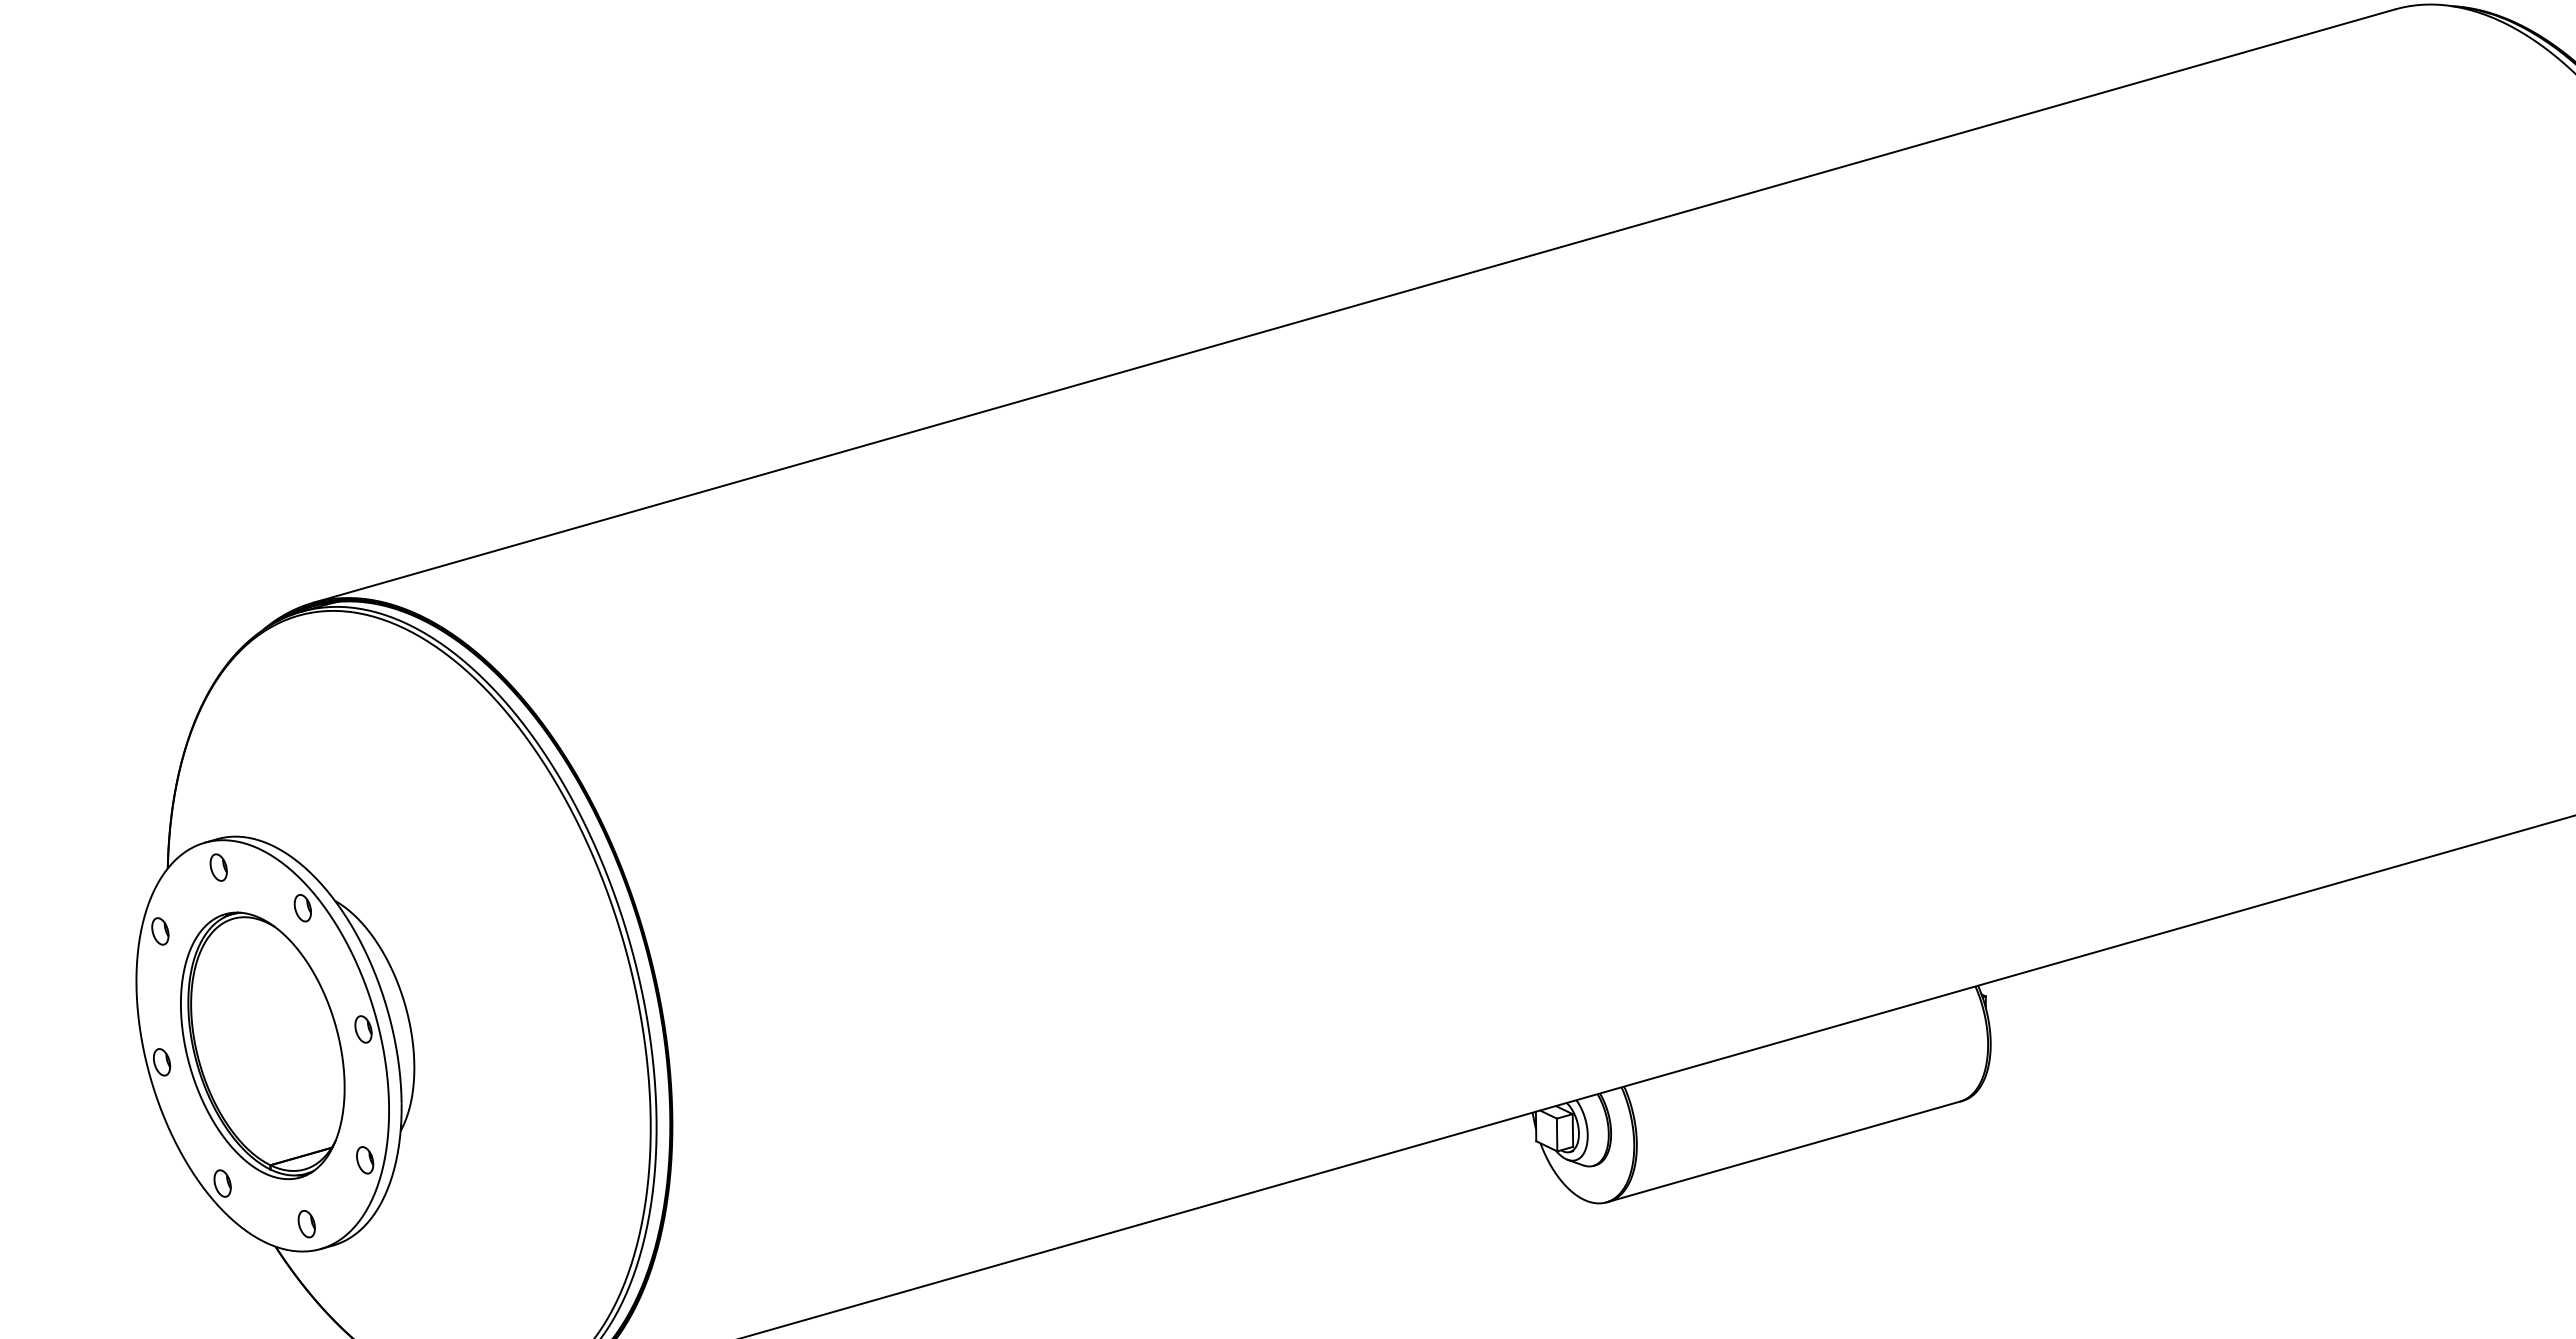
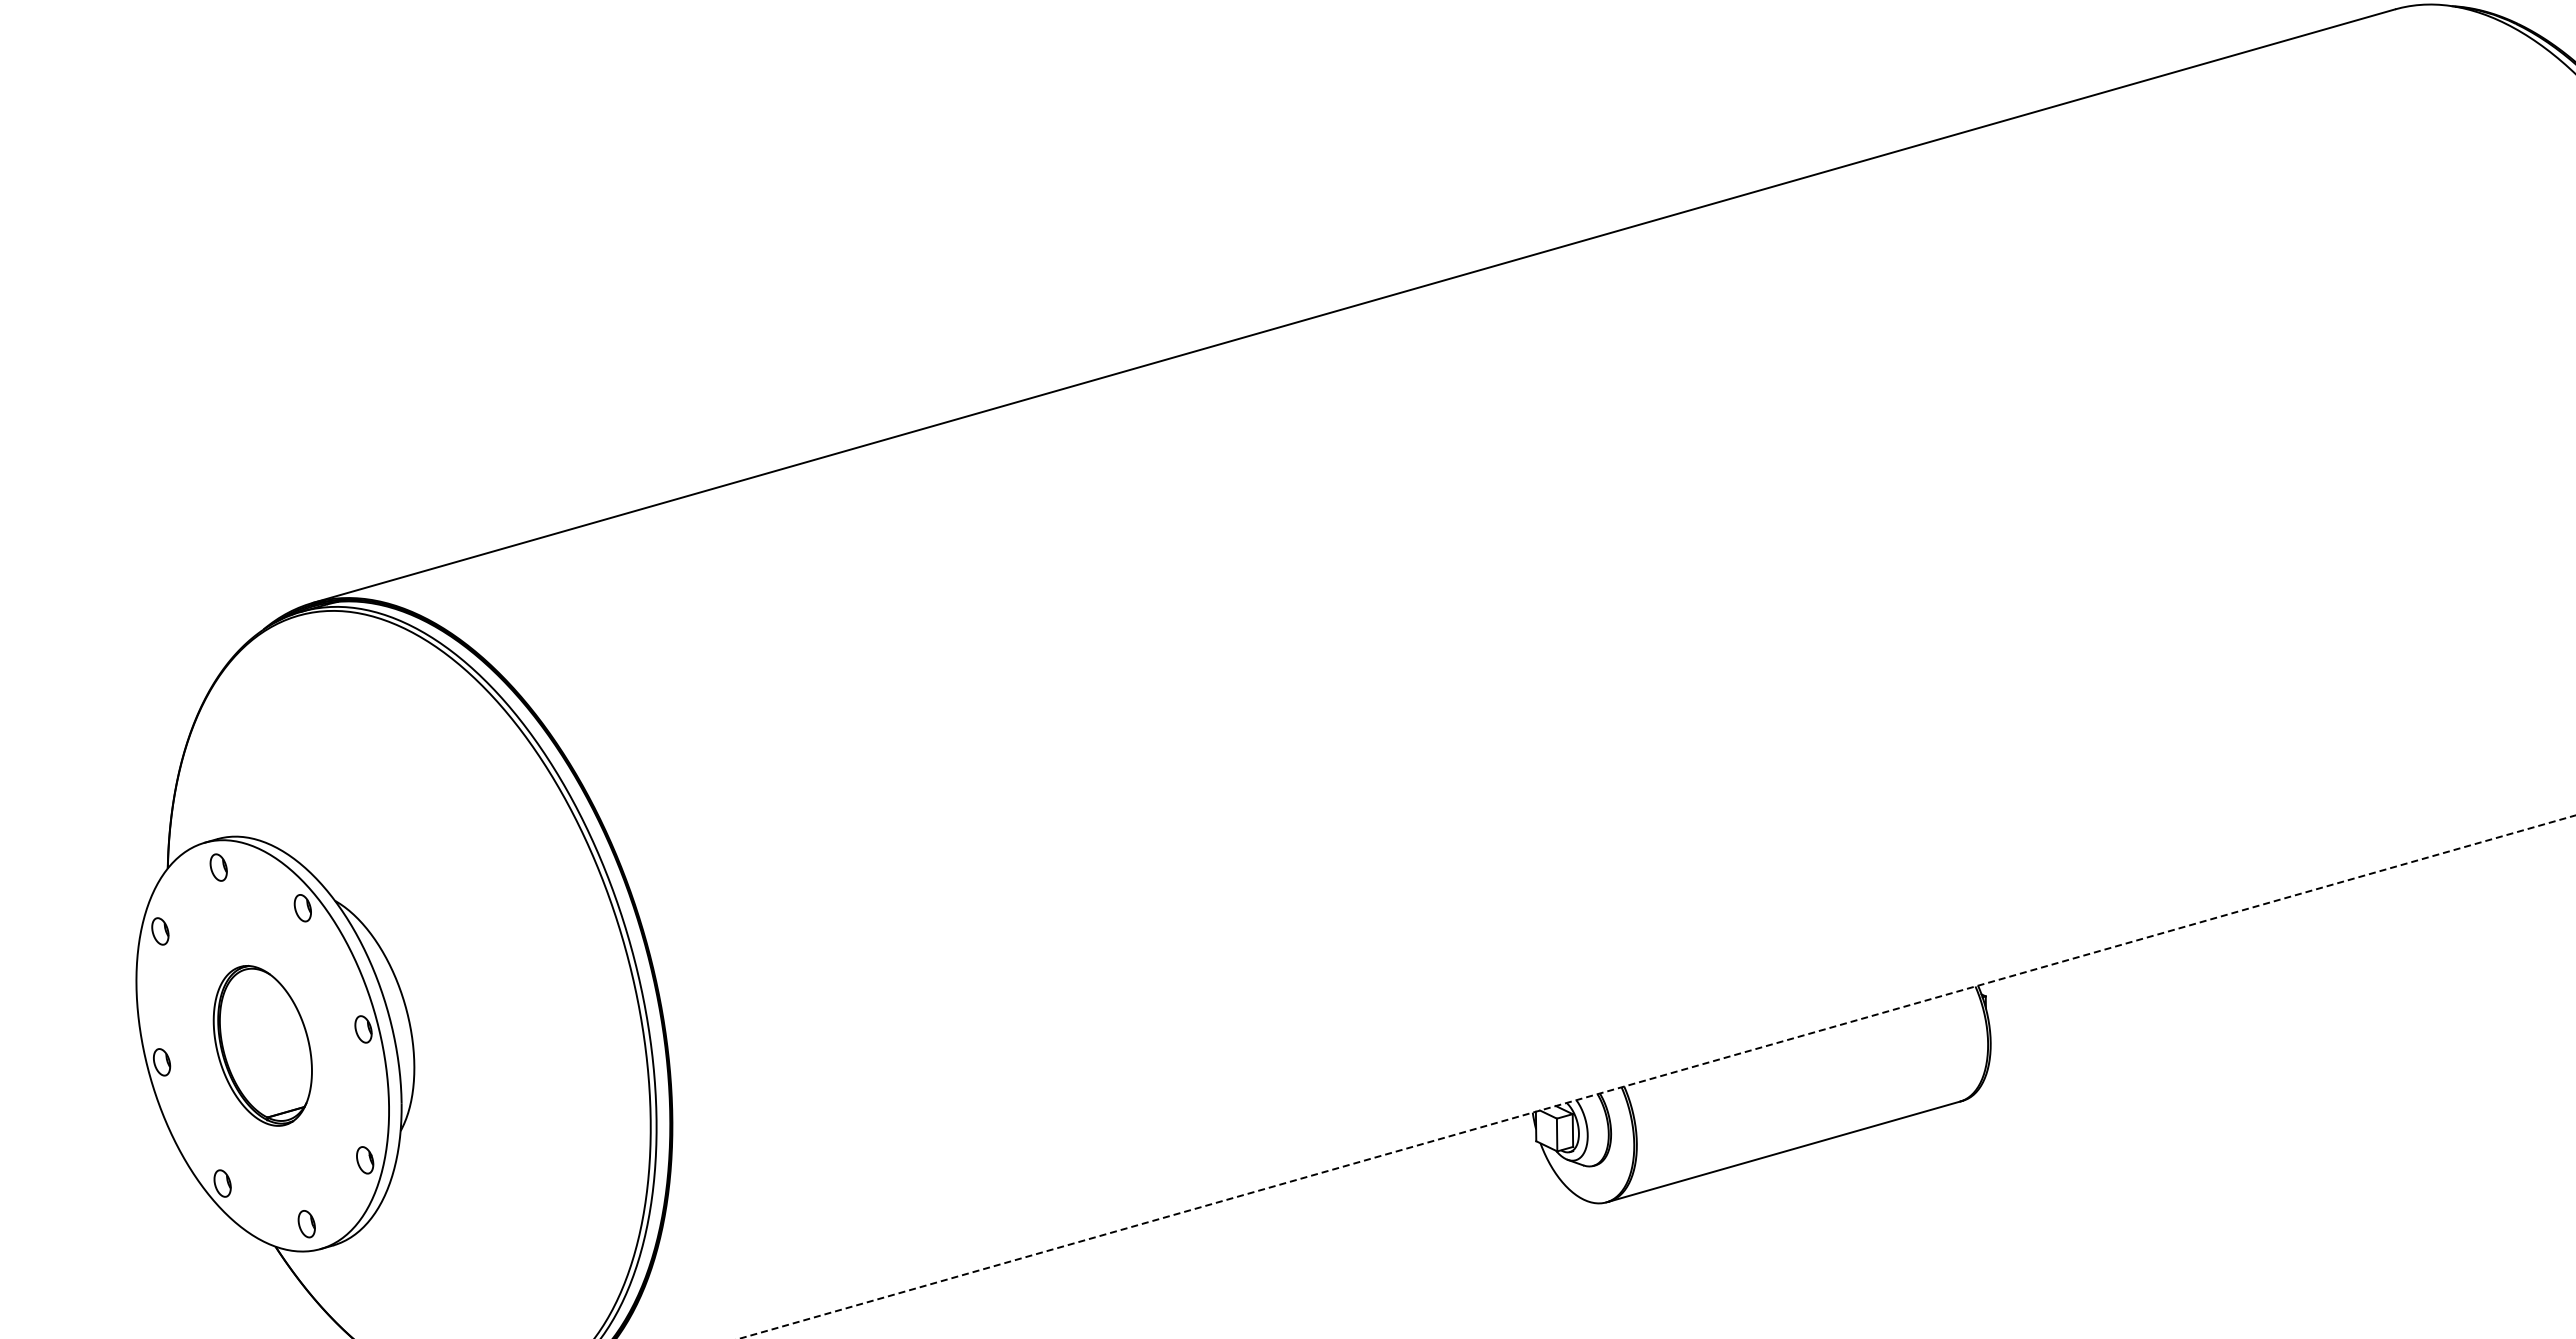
part at (262, 1045) size: 166x270 px -> 101x162 px
line at (1657, 1076): solid -> dashed
